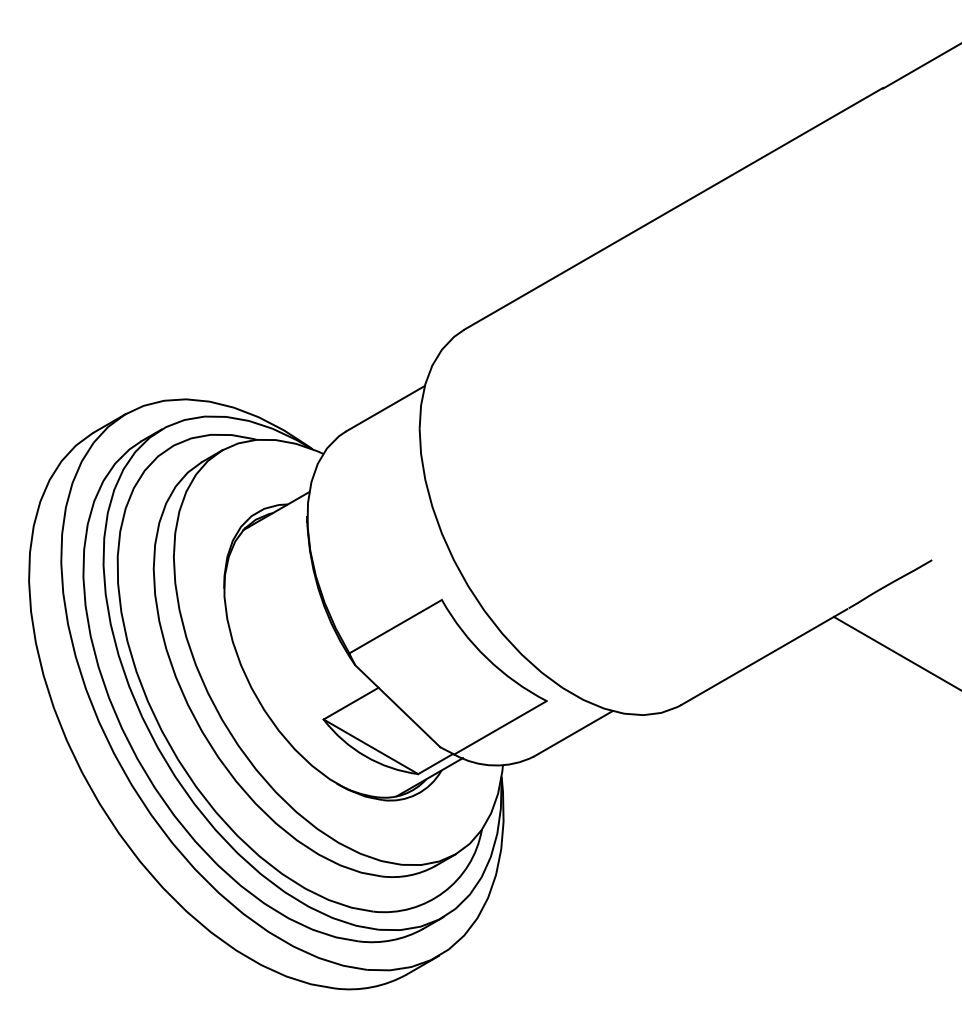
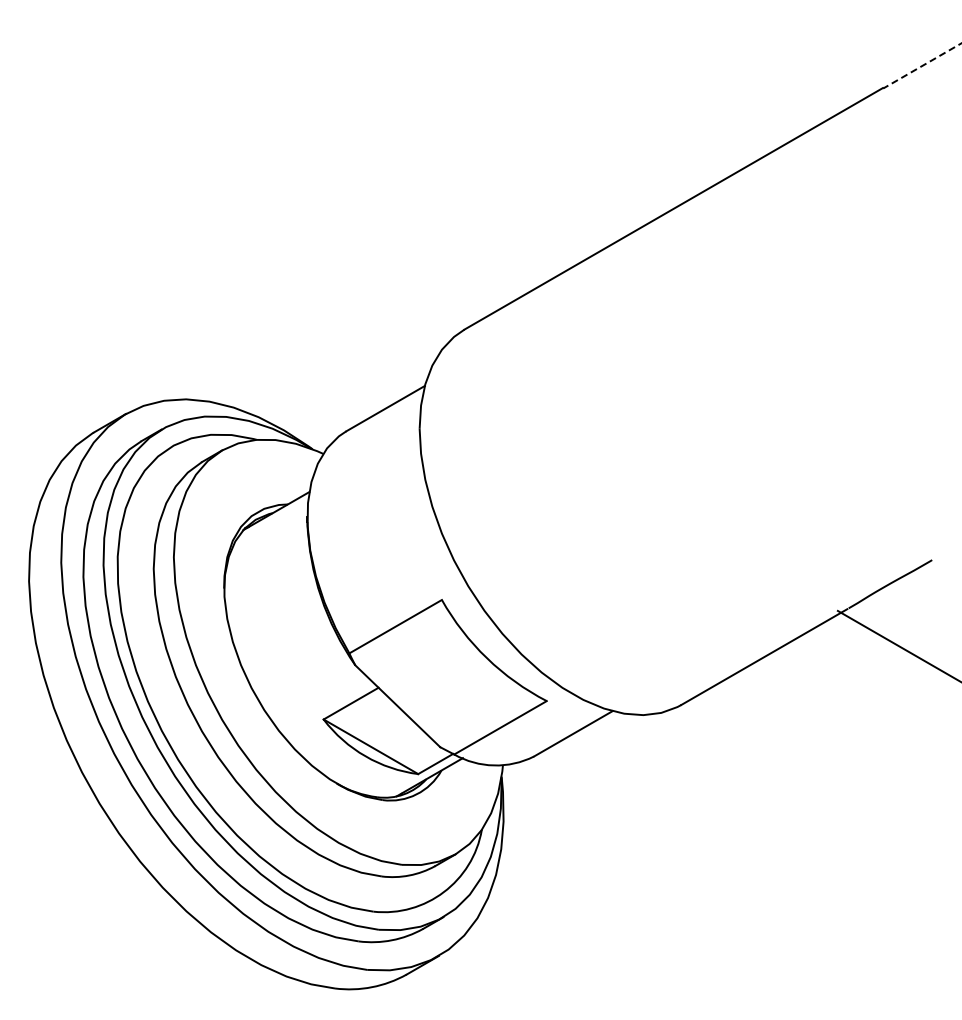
line at (922, 66): solid -> dashed
line at (895, 652) position: (895, 652) -> (897, 645)
